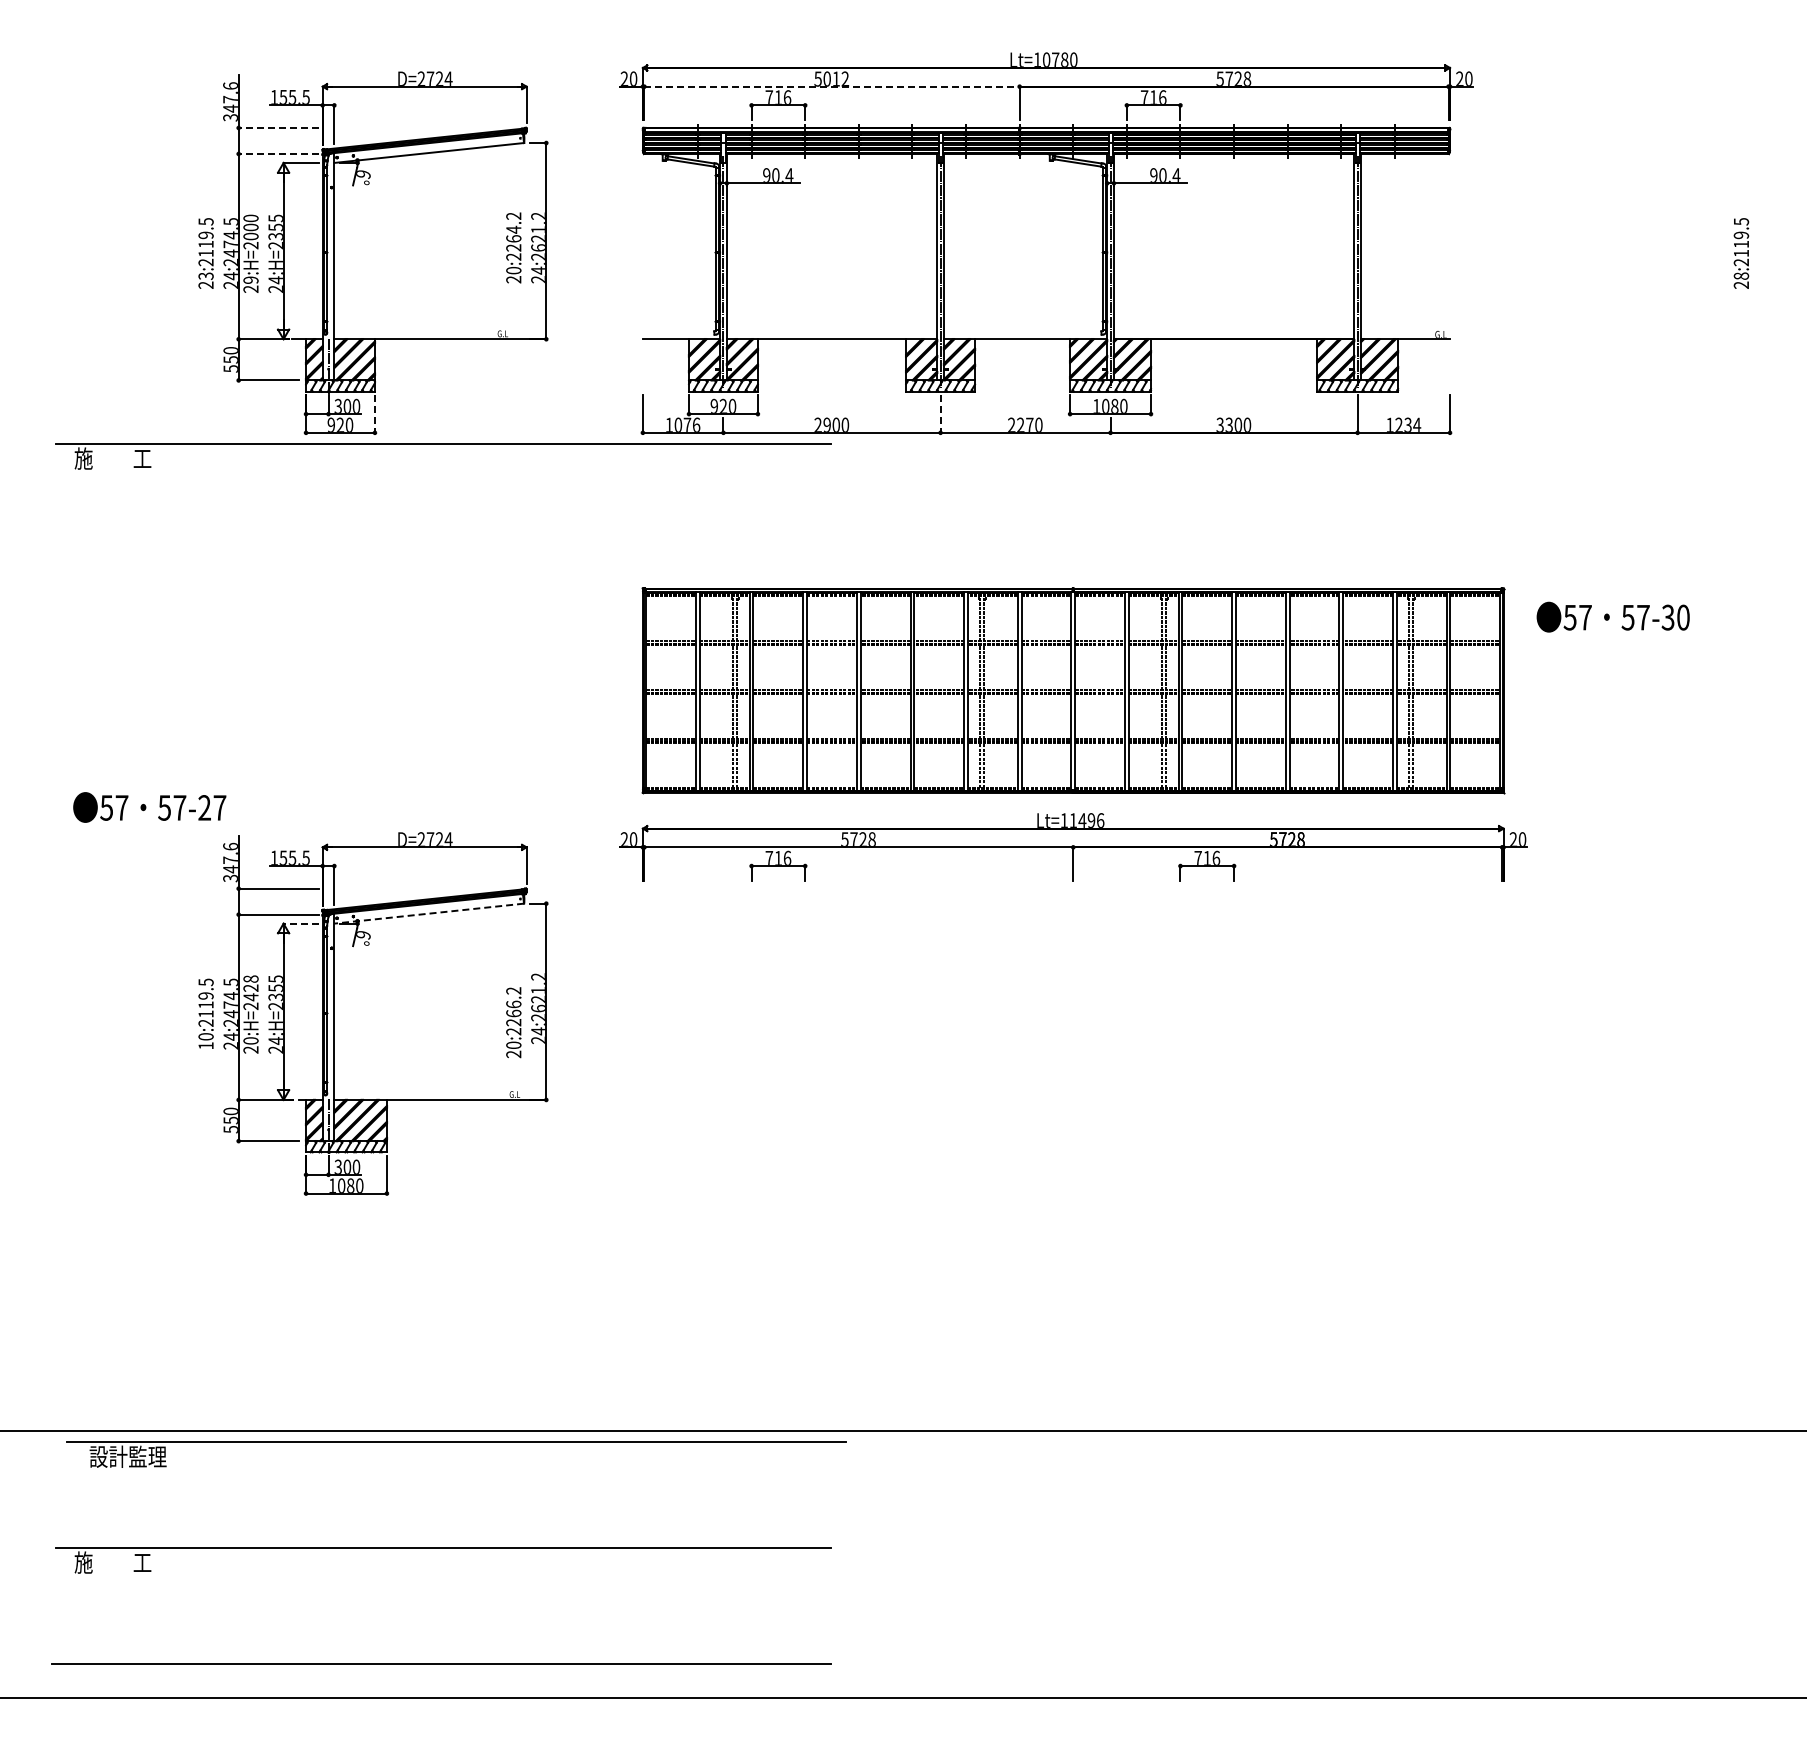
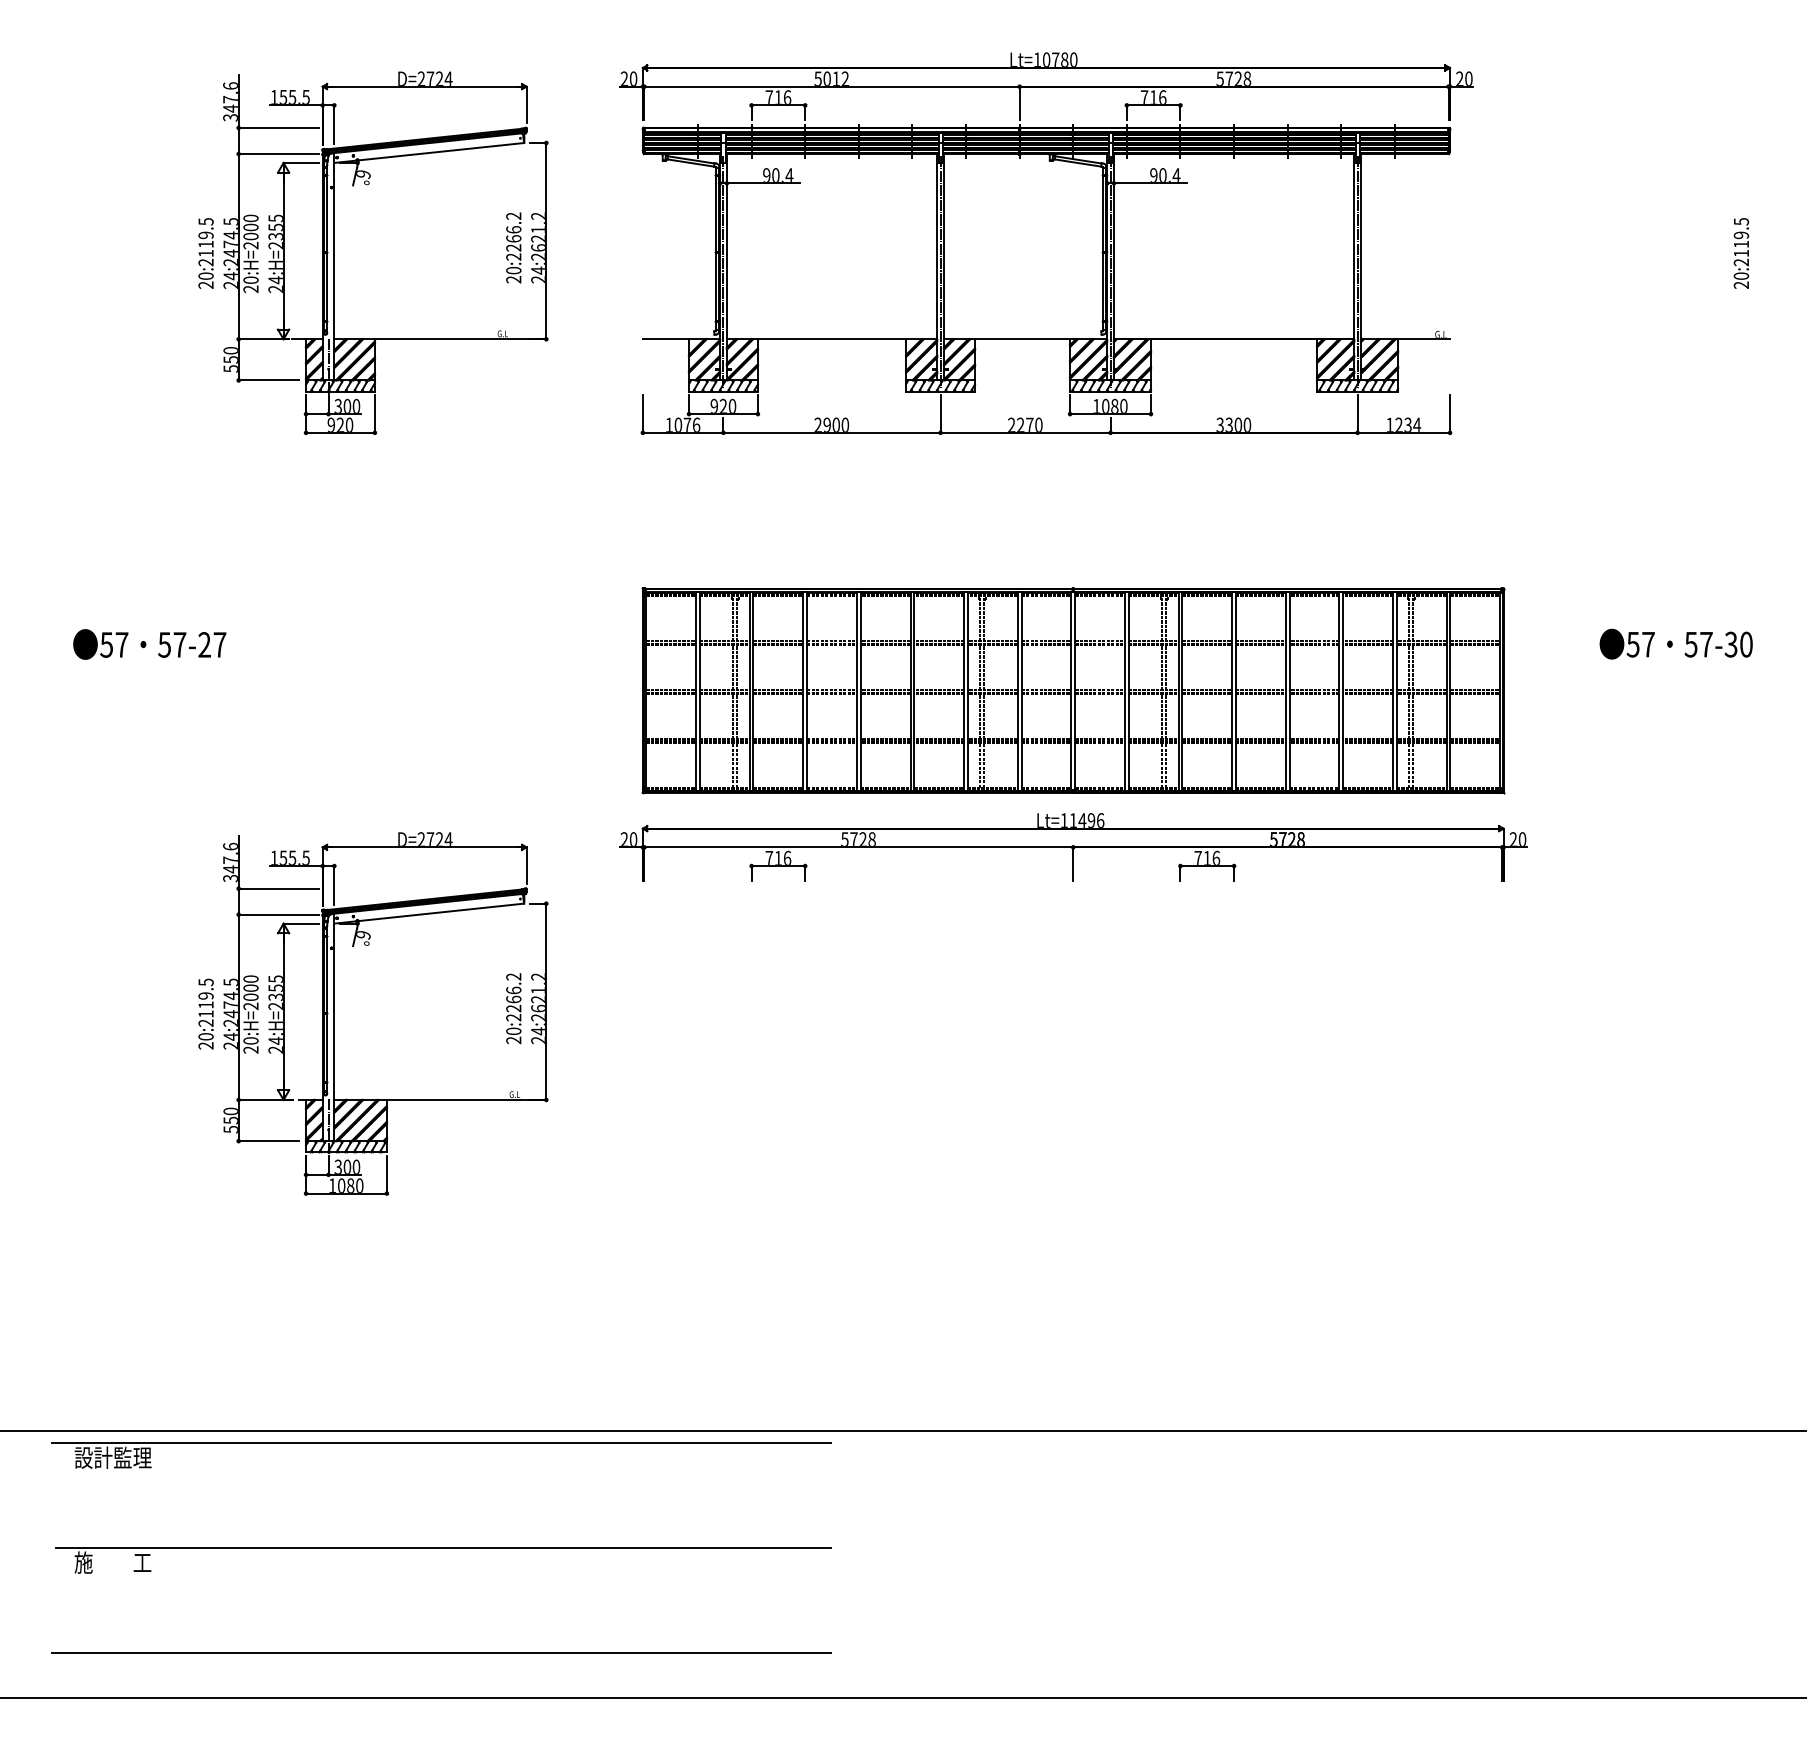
line at (832, 86): dashed -> solid
line at (278, 127): dashed -> solid
line at (278, 153): dashed -> solid
text at (513, 229): 20:2264.2 -> 20:2266.2
text at (205, 275): 23:2119.5 -> 20:2119.5
text at (1741, 275): 28:2119.5 -> 20:2119.5
text at (250, 279): 29:H=2000 -> 20:H=2000
line at (374, 414): dashed -> solid
line at (940, 414): dashed -> solid
part at (443, 444): present -> none
text at (1612, 616) position: (1612, 616) -> (1675, 643)
text at (149, 807) position: (149, 807) -> (149, 644)
line at (428, 913): dashed -> solid
line at (301, 923): dashed -> solid
text at (250, 988): 20:H=2428 -> 20:H=2000
text at (513, 1022) position: (513, 1022) -> (513, 1008)
text at (205, 1045): 10:2119.5 -> 20:2119.5
part at (456, 1442) position: (456, 1442) -> (441, 1443)
line at (441, 1663) position: (441, 1663) -> (441, 1652)
